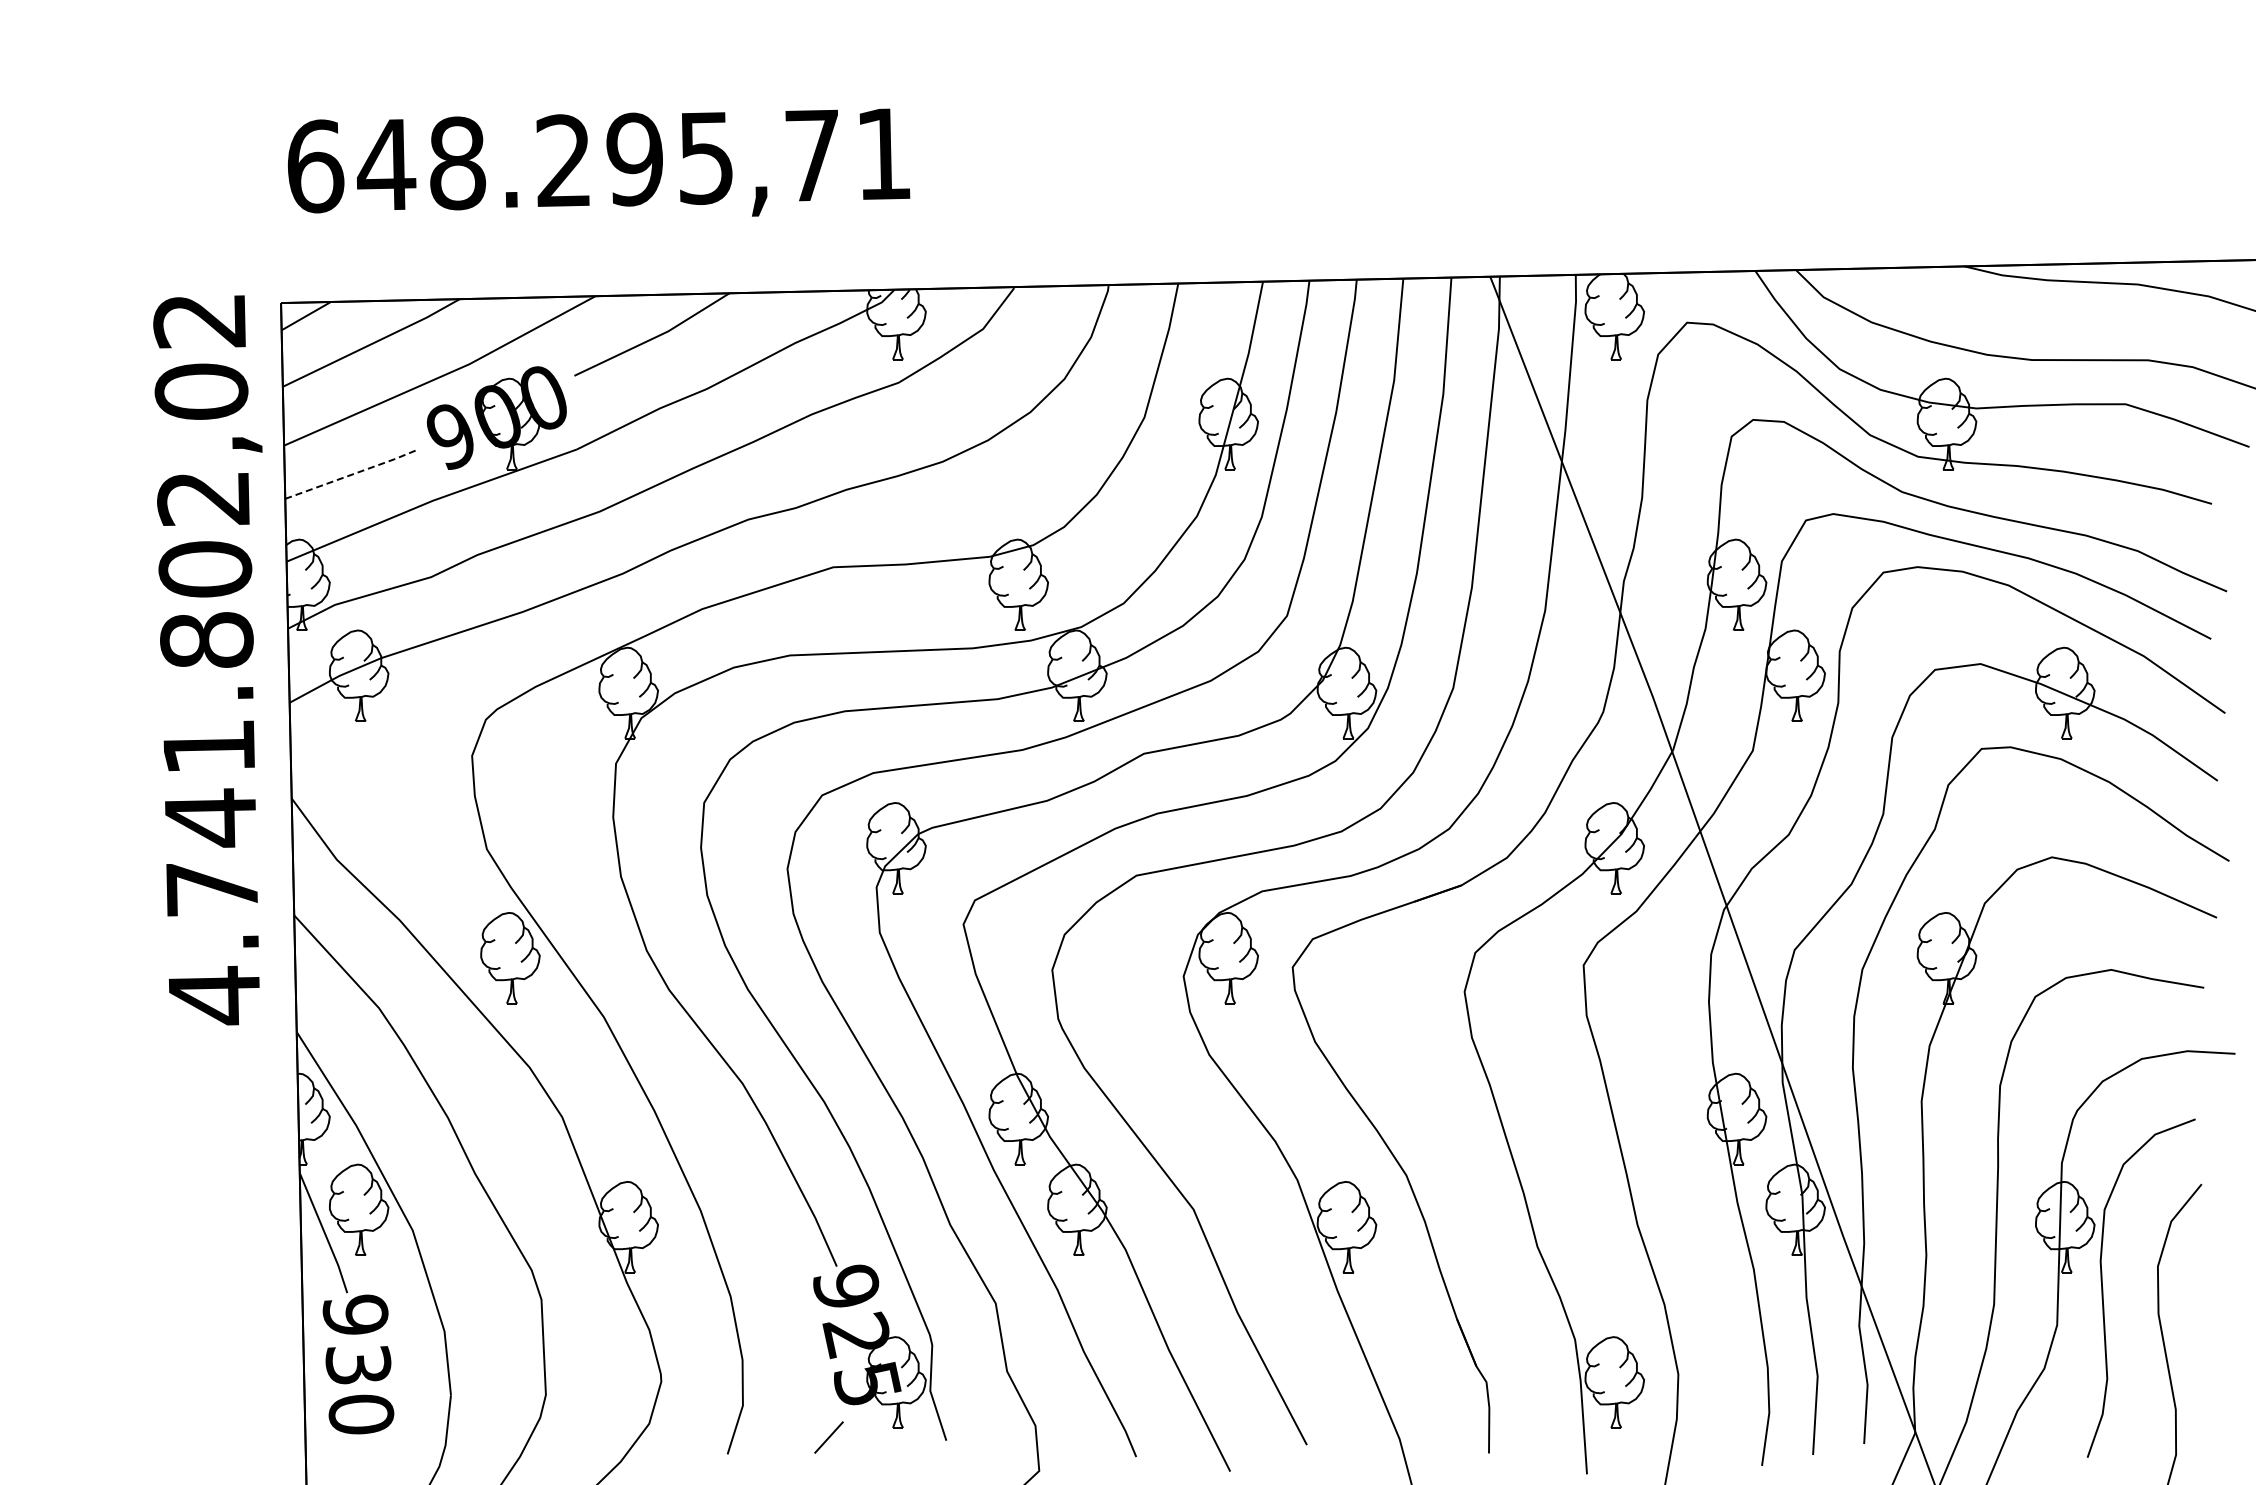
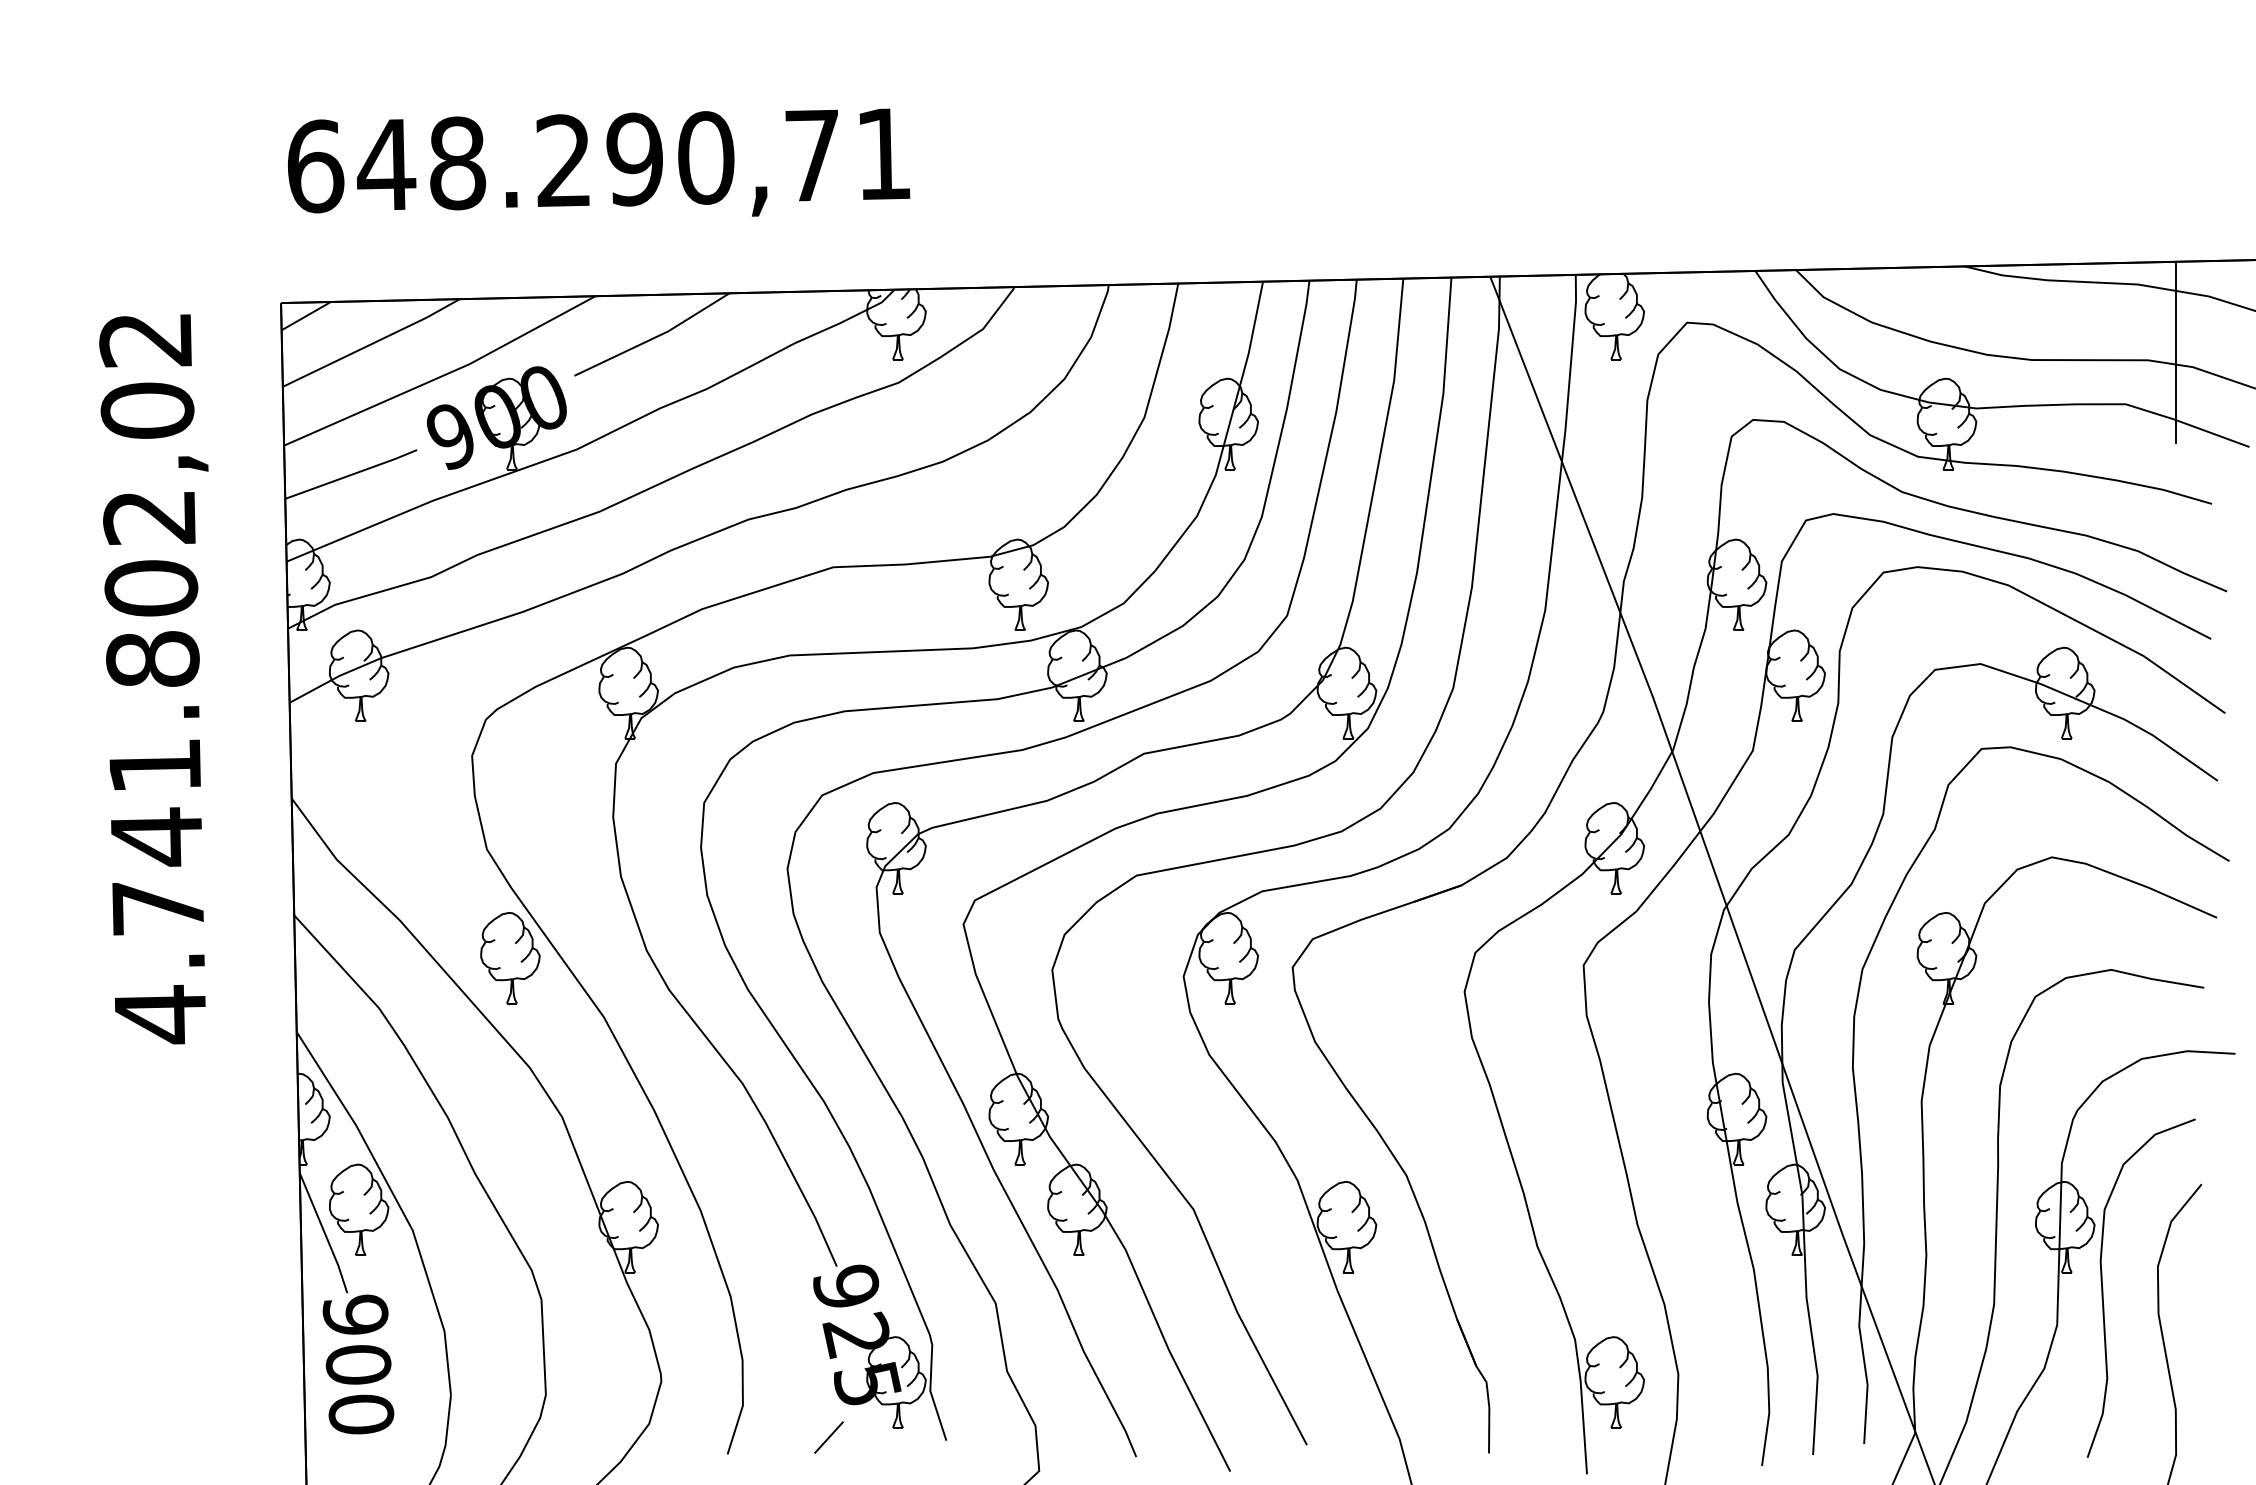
text at (706, 158): 648.295,71 -> 648.290,71
line at (2176, 351): none -> present
line at (352, 474): dashed -> solid
text at (207, 660) position: (207, 660) -> (153, 679)
text at (358, 1364): 930 -> 900
